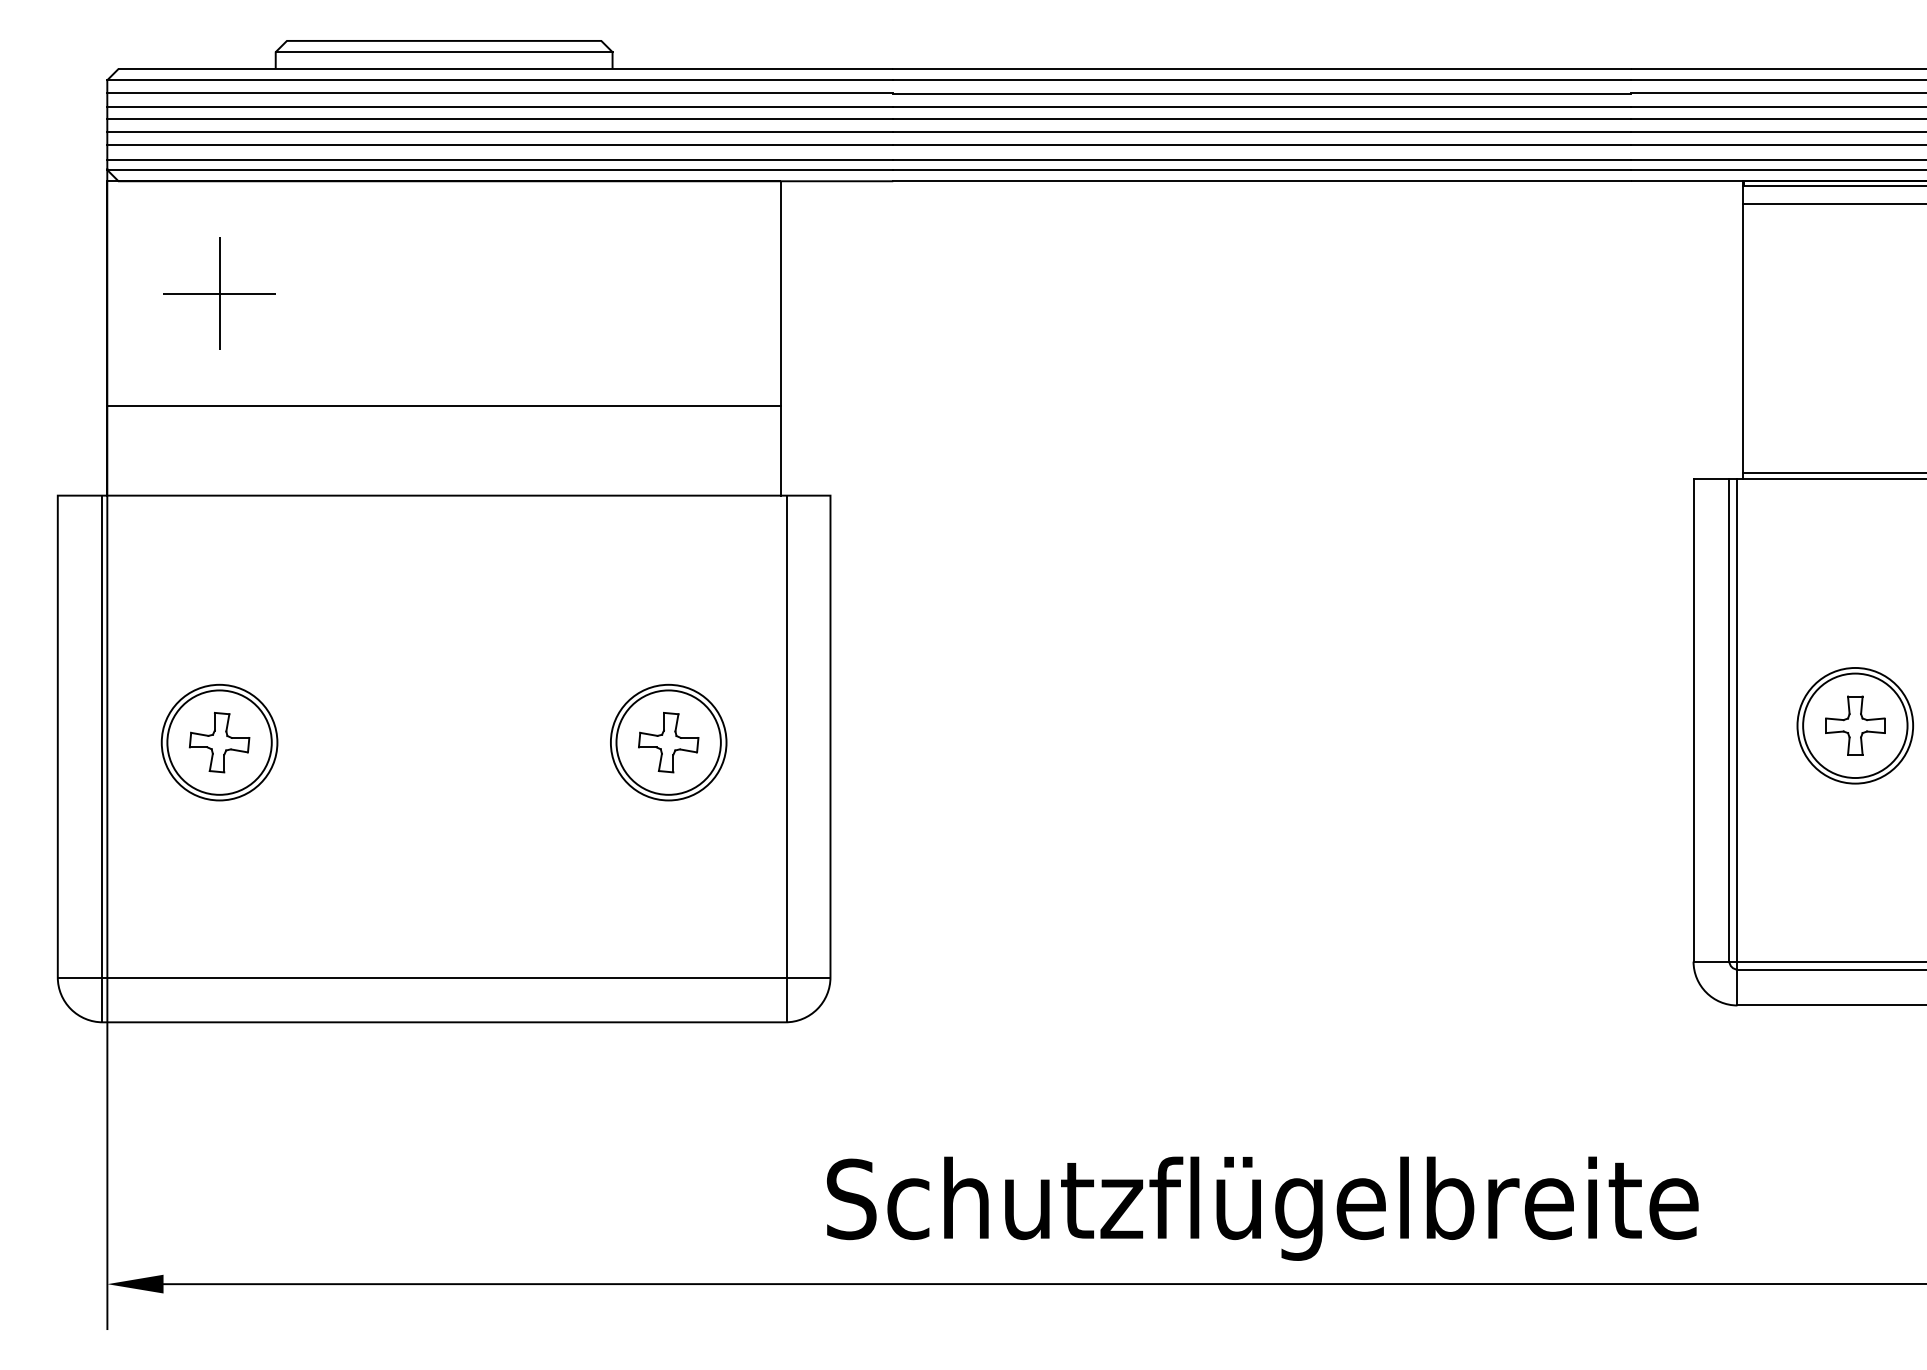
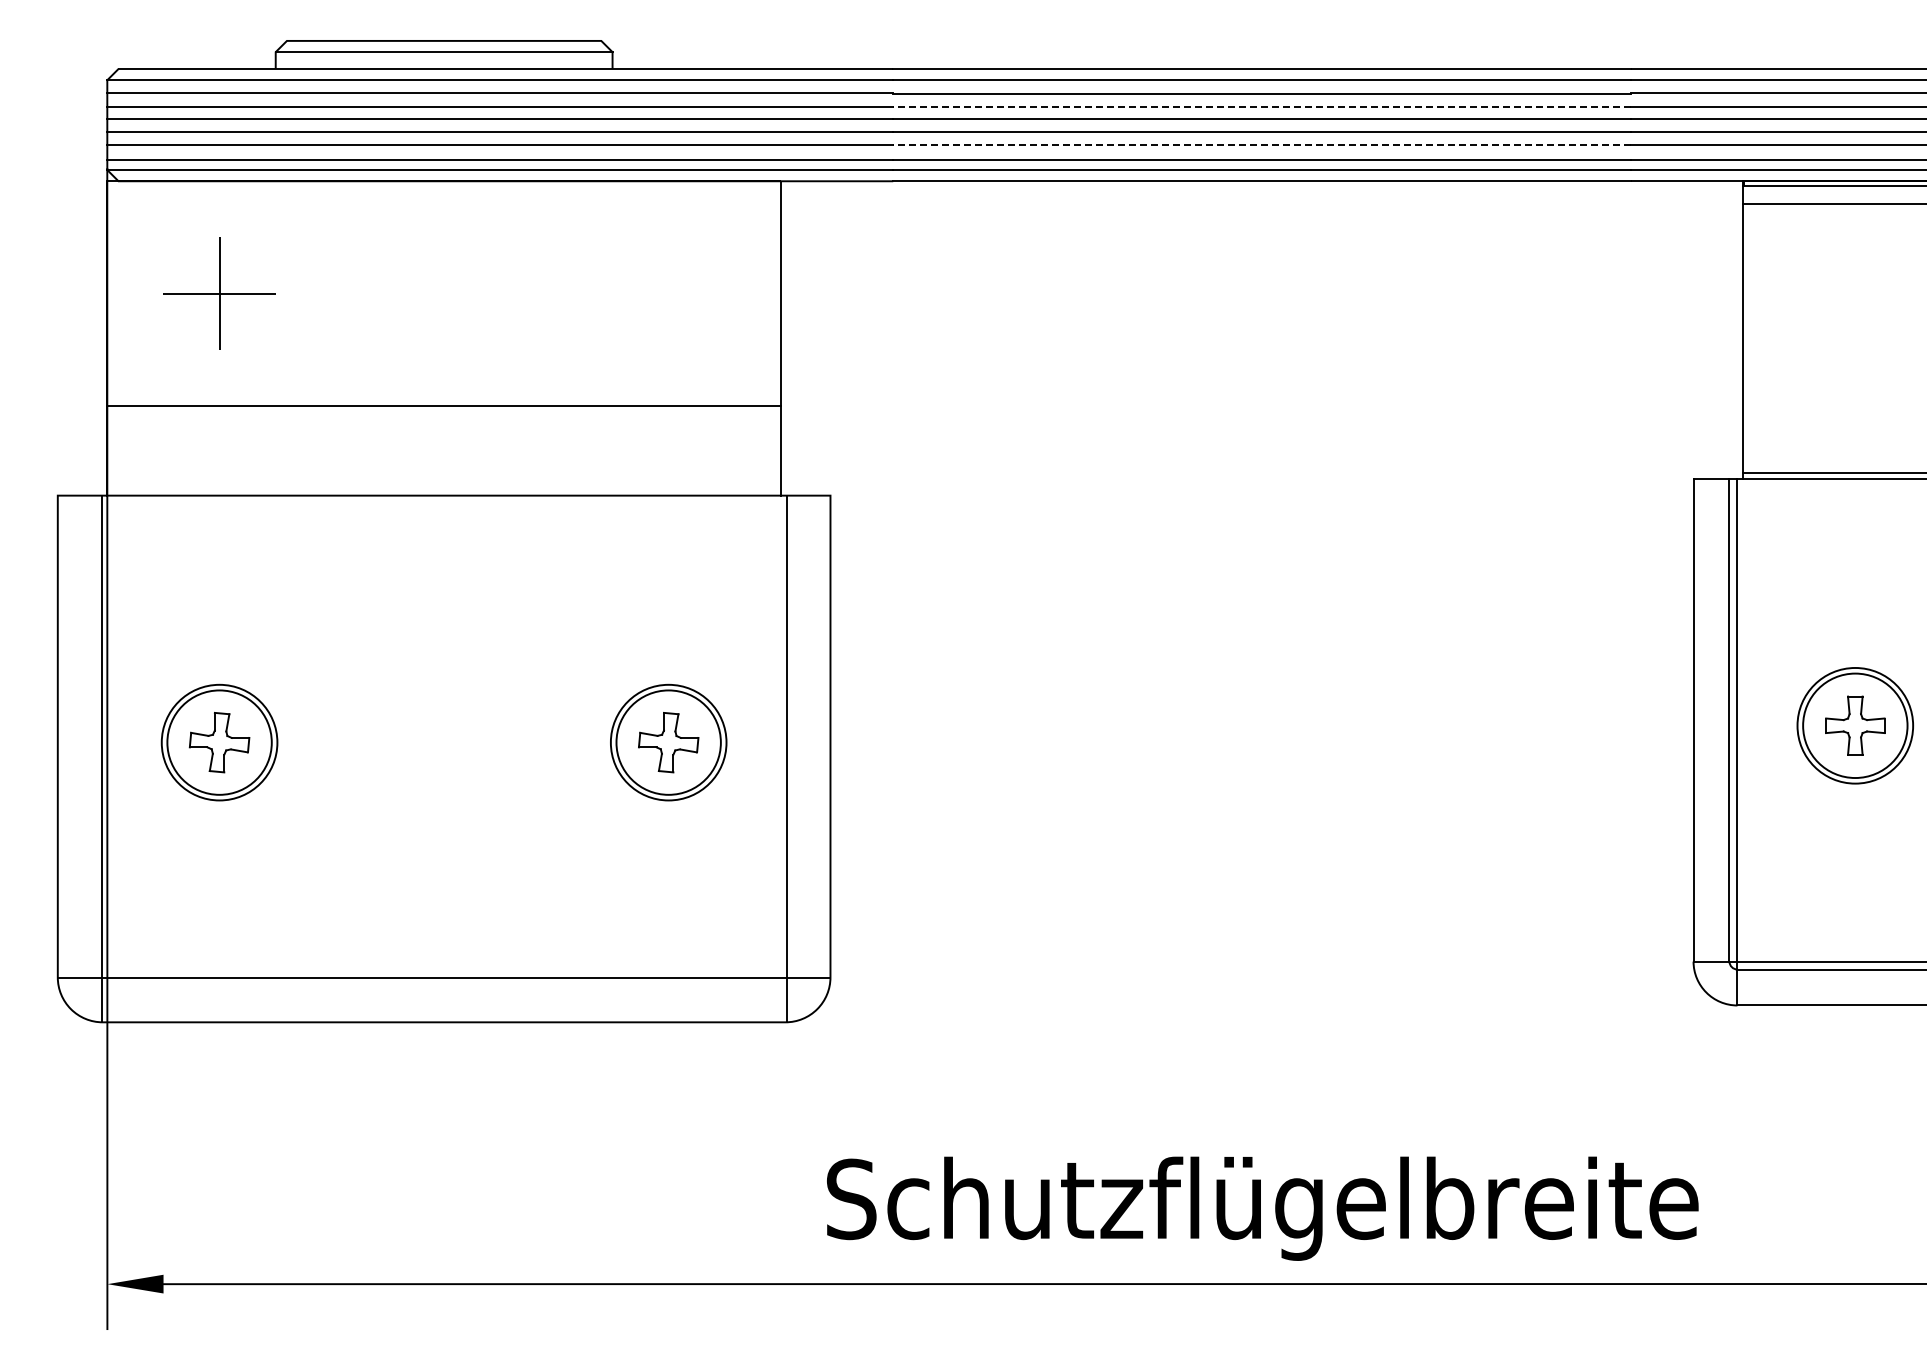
line at (1262, 107): solid -> dashed
line at (1262, 144): solid -> dashed
